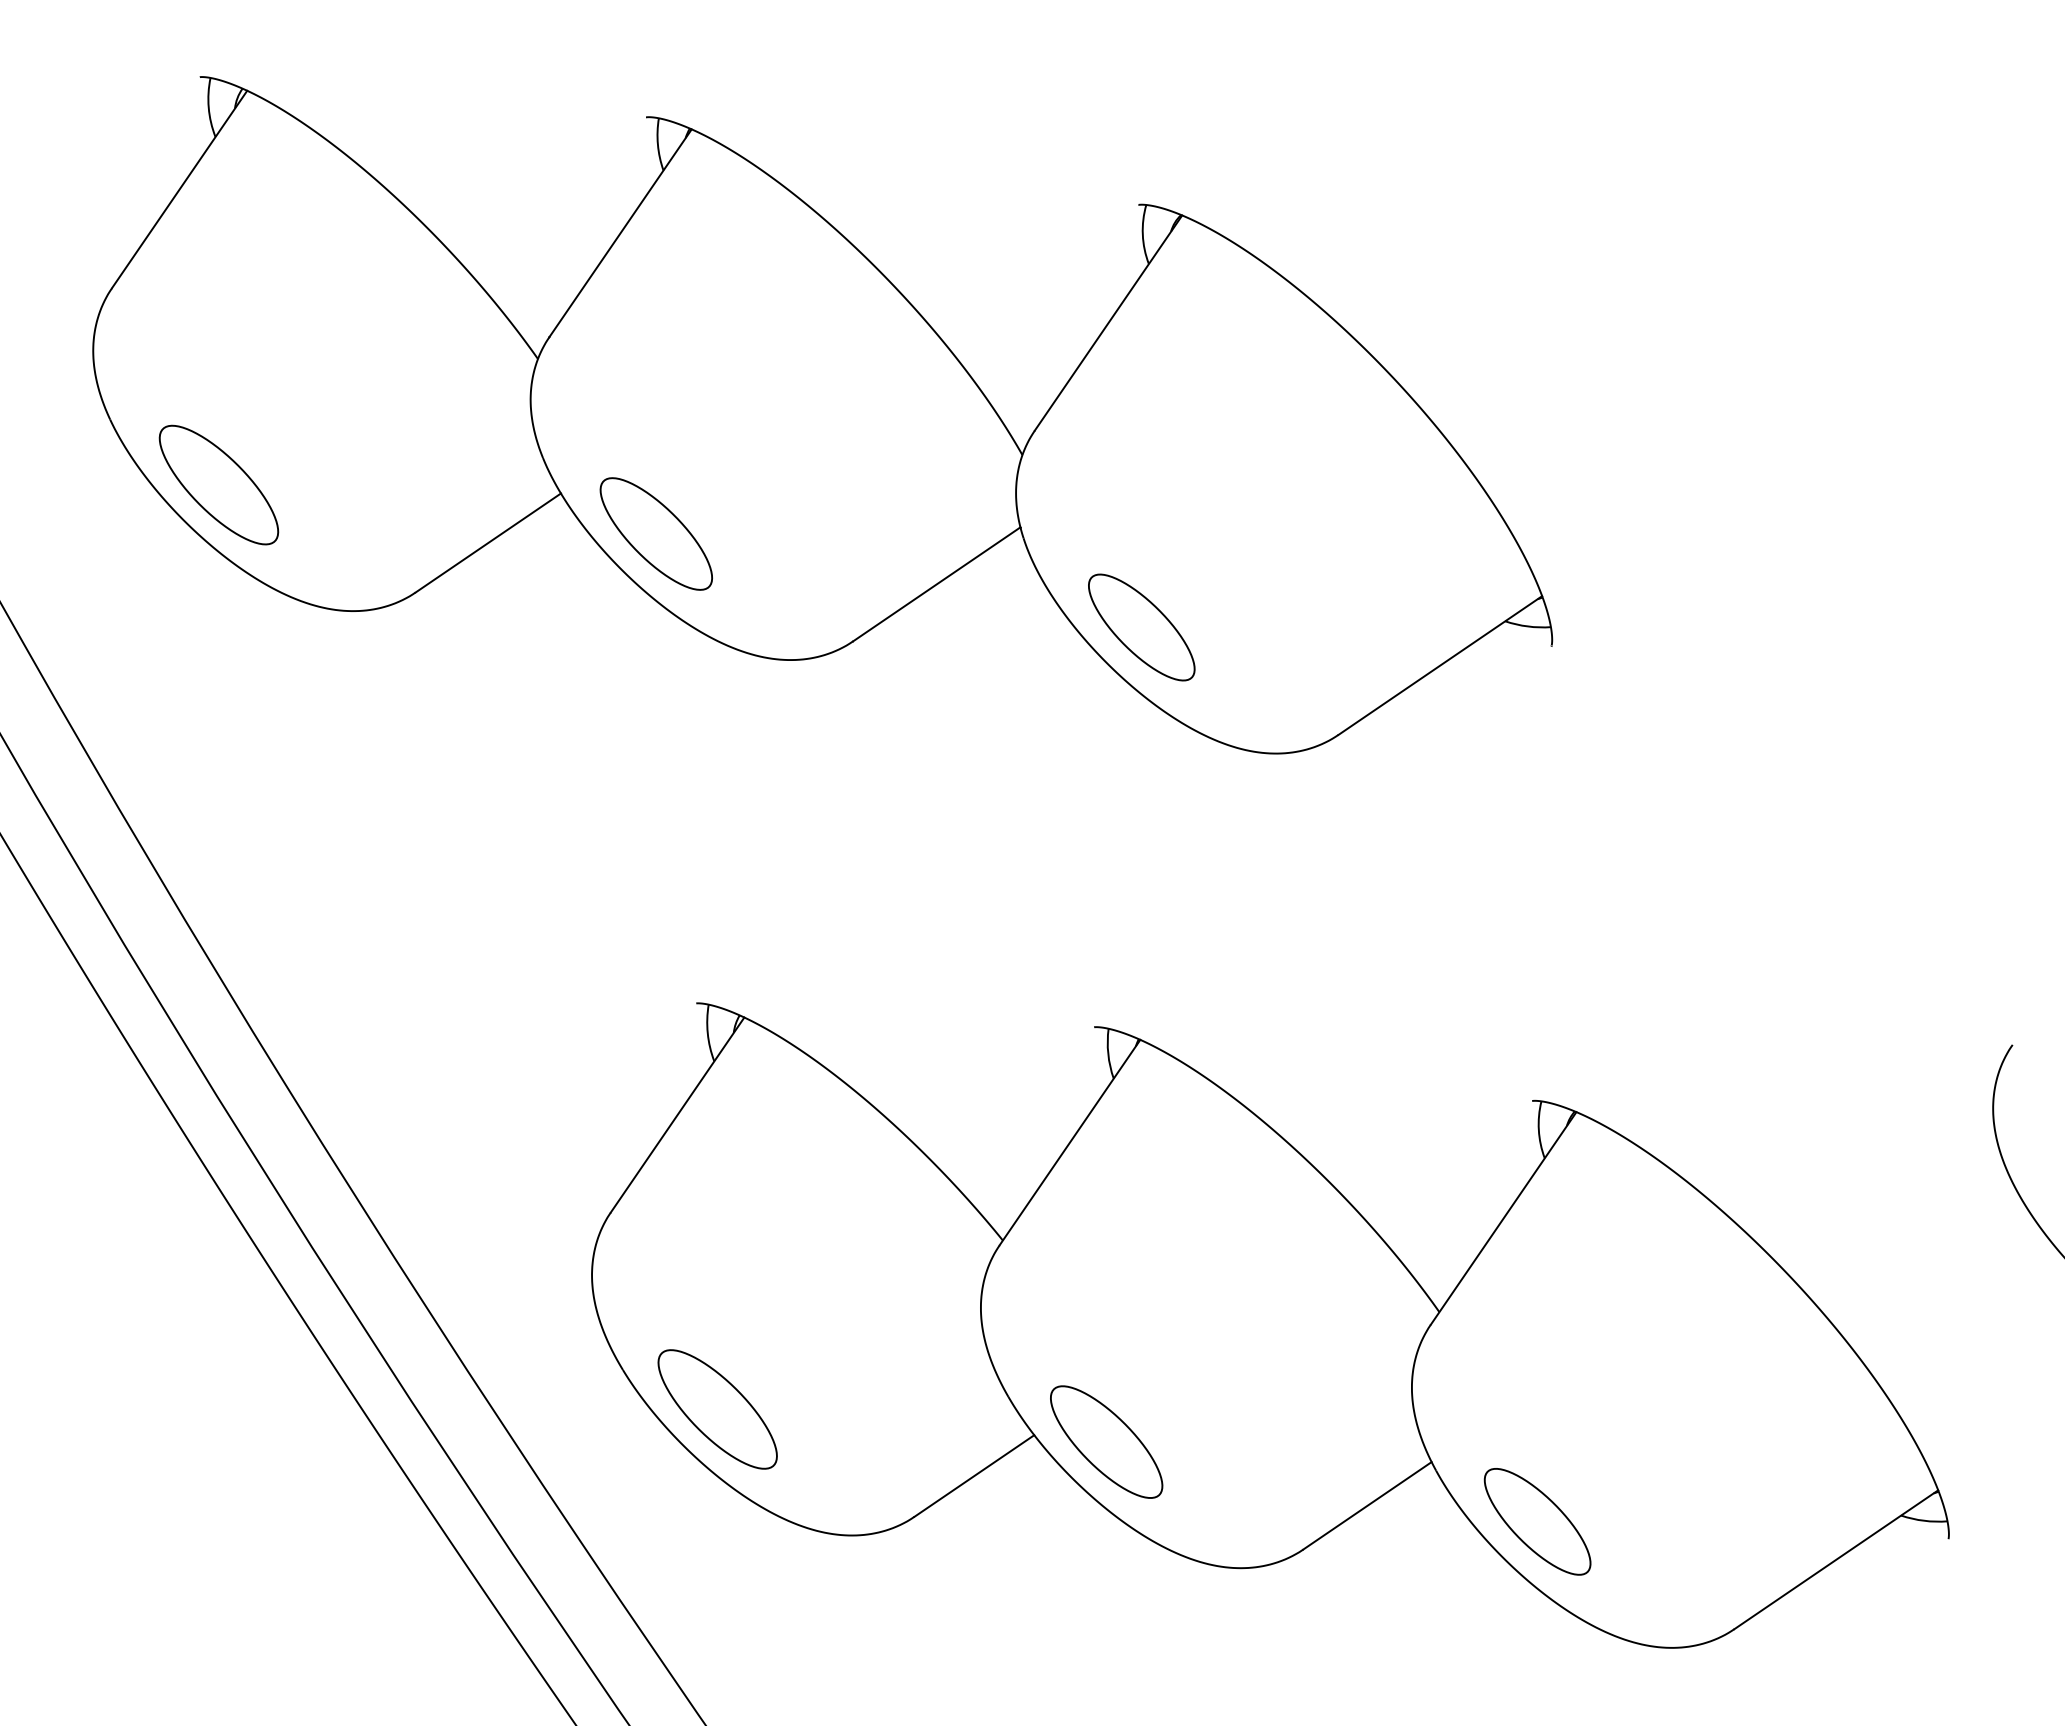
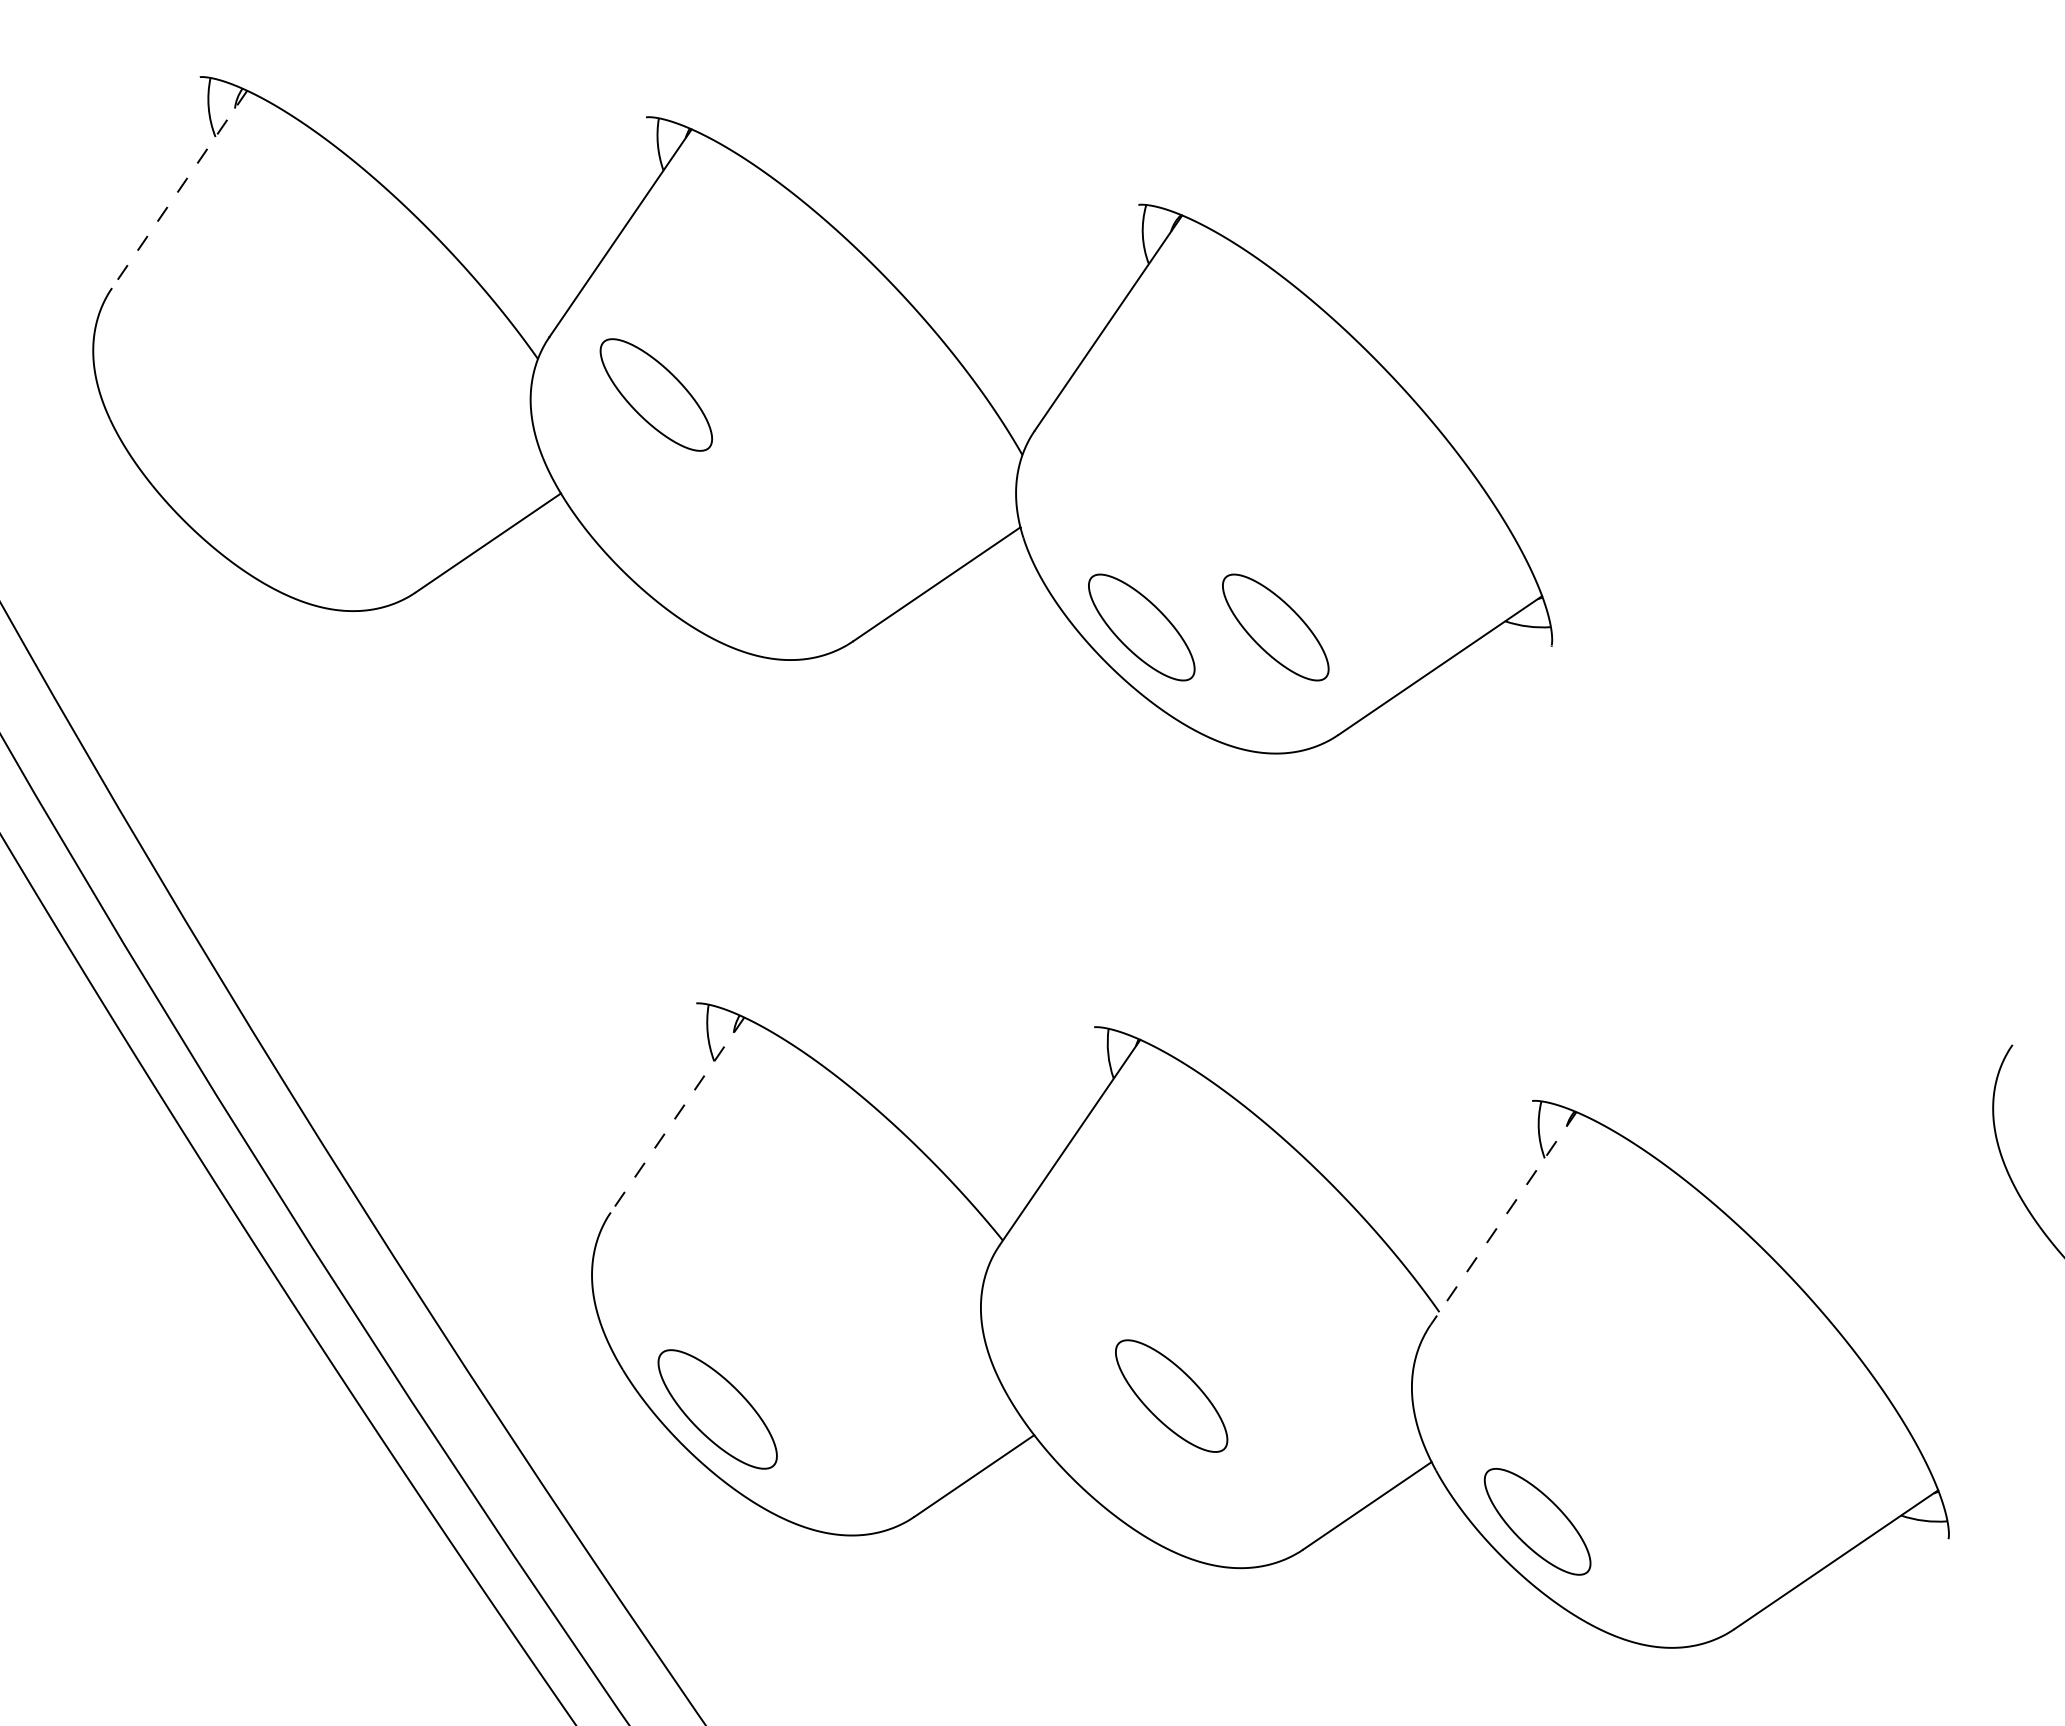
line at (179, 189): solid -> dashed
part at (218, 484): present -> none
part at (655, 533) position: (655, 533) -> (655, 394)
part at (1275, 627): none -> present
line at (677, 1115): solid -> dashed
line at (1503, 1218): solid -> dashed
part at (1106, 1441) position: (1106, 1441) -> (1171, 1395)
